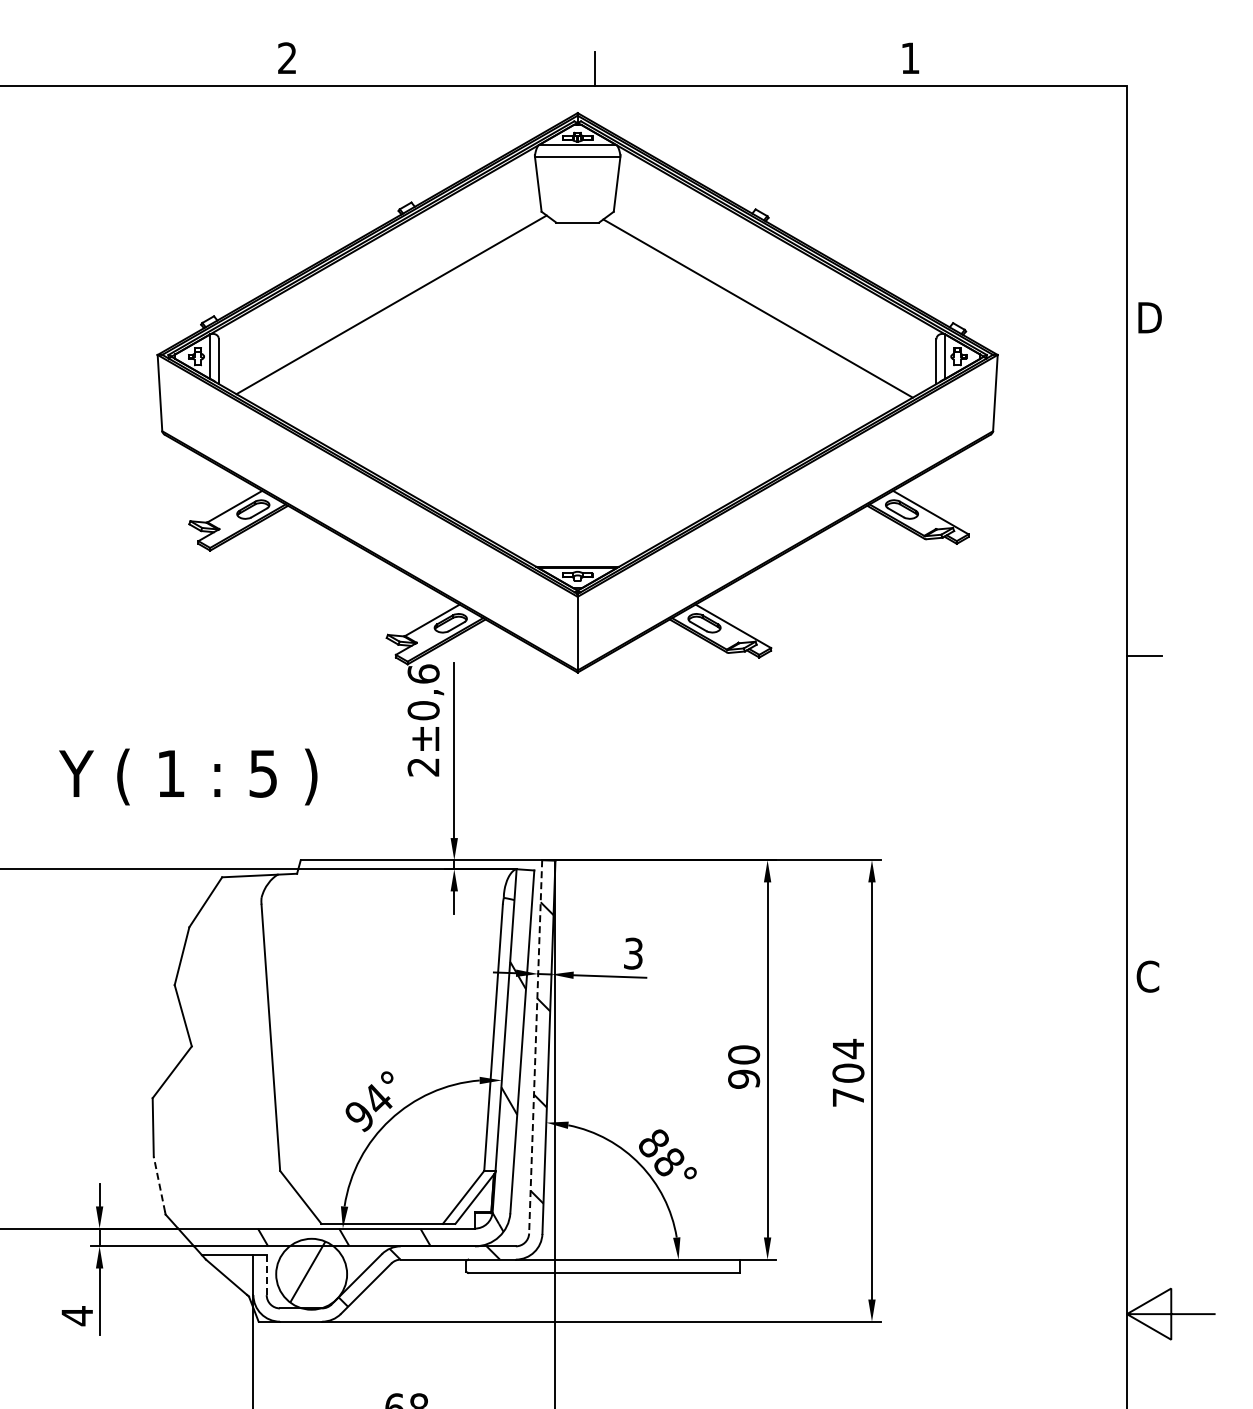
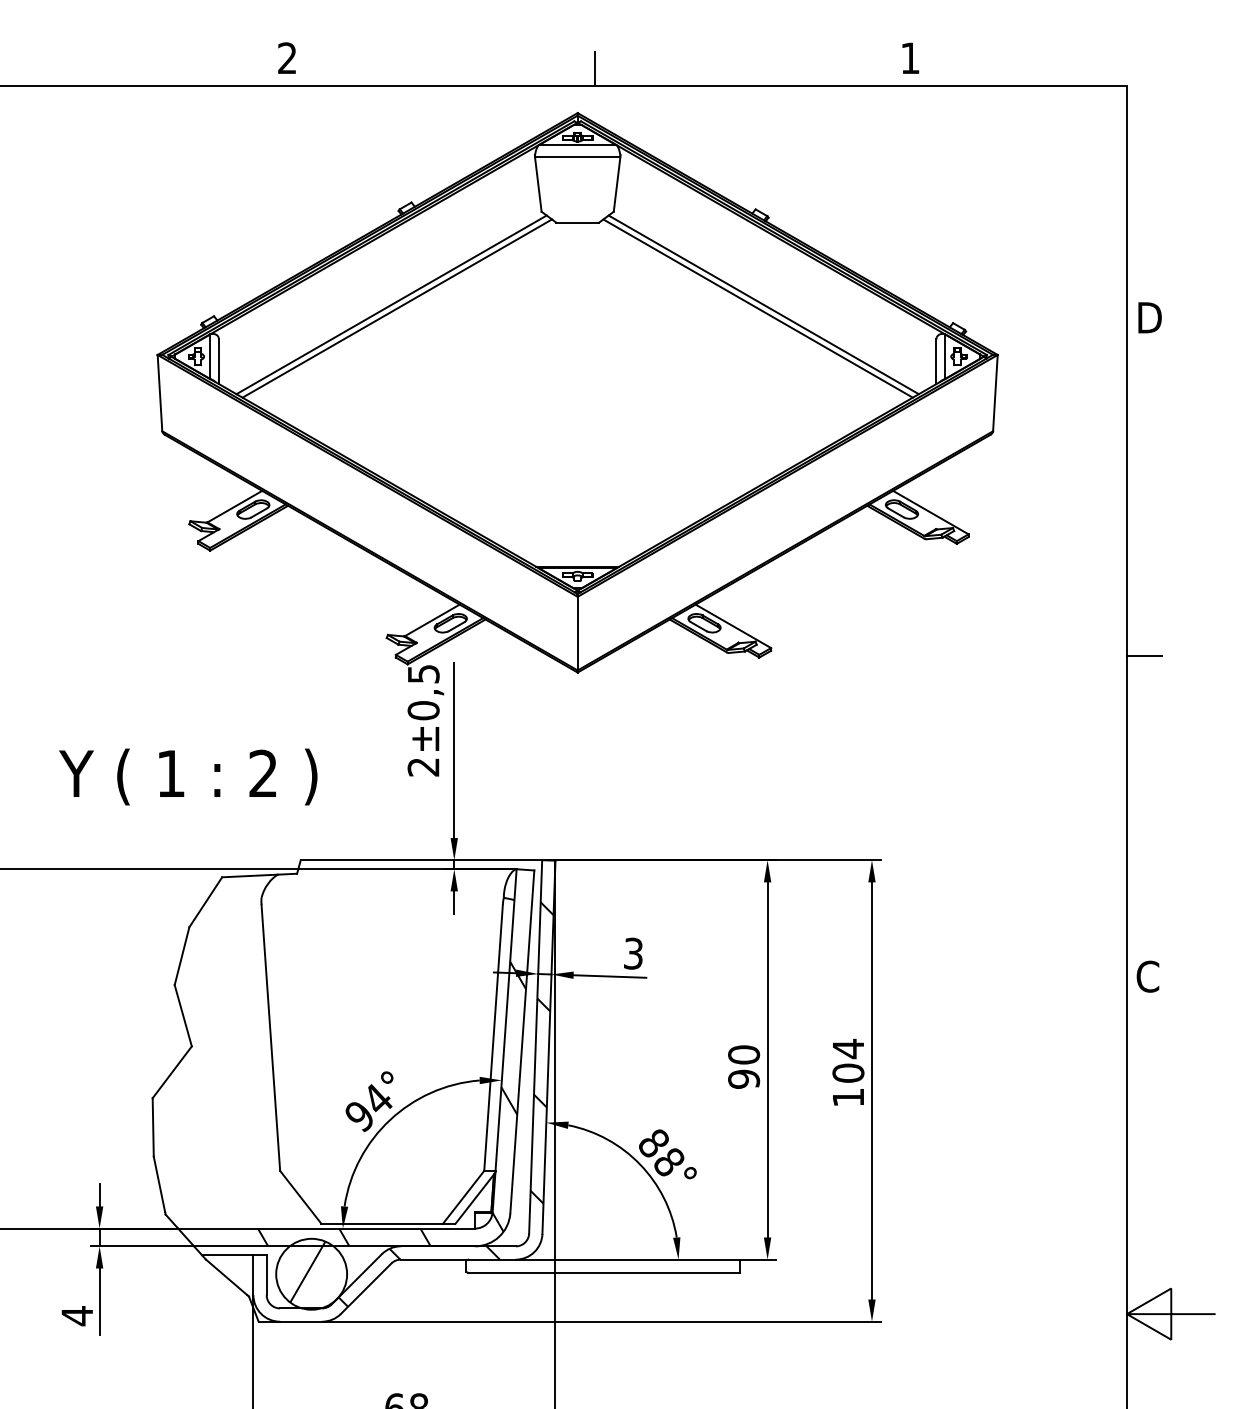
line at (763, 304): none -> present
line at (397, 308): none -> present
text at (423, 673): ±0,6 -> ±0,5
text at (262, 773): 5 -> 2
line at (535, 1046): dashed -> solid
text at (848, 1097): 704 -> 104
line at (159, 1183): dashed -> solid
line at (266, 1275): dashed -> solid
